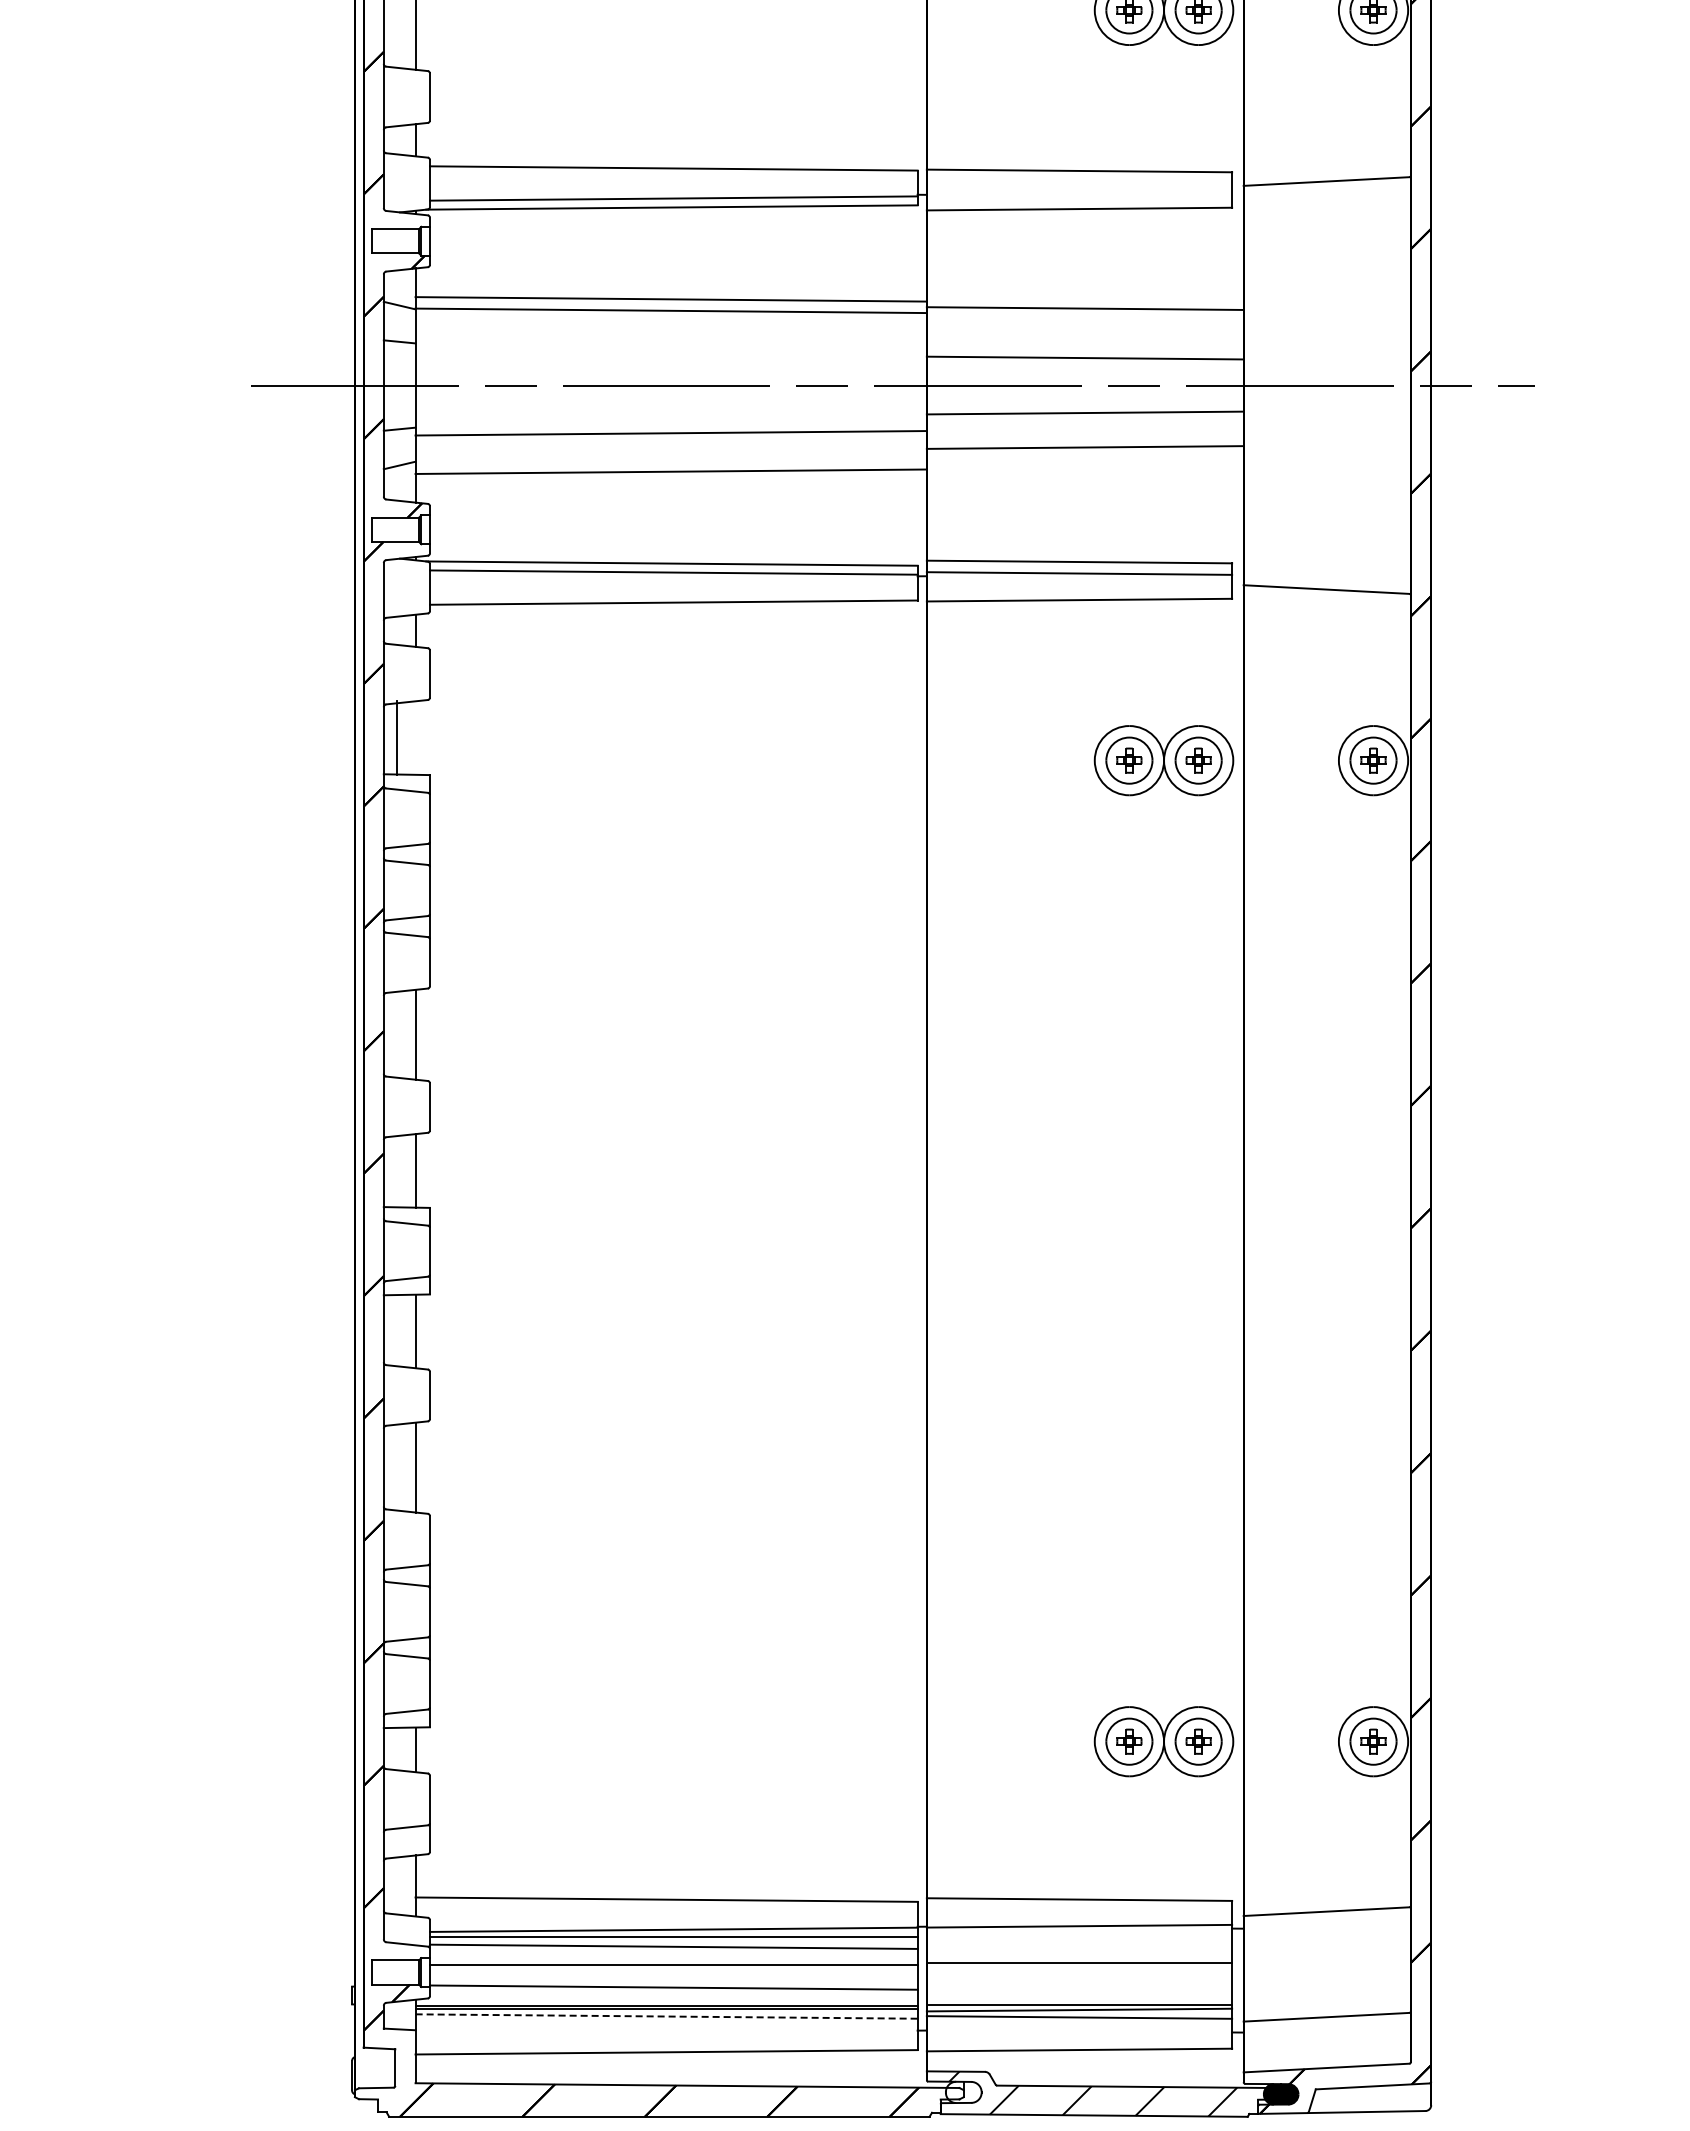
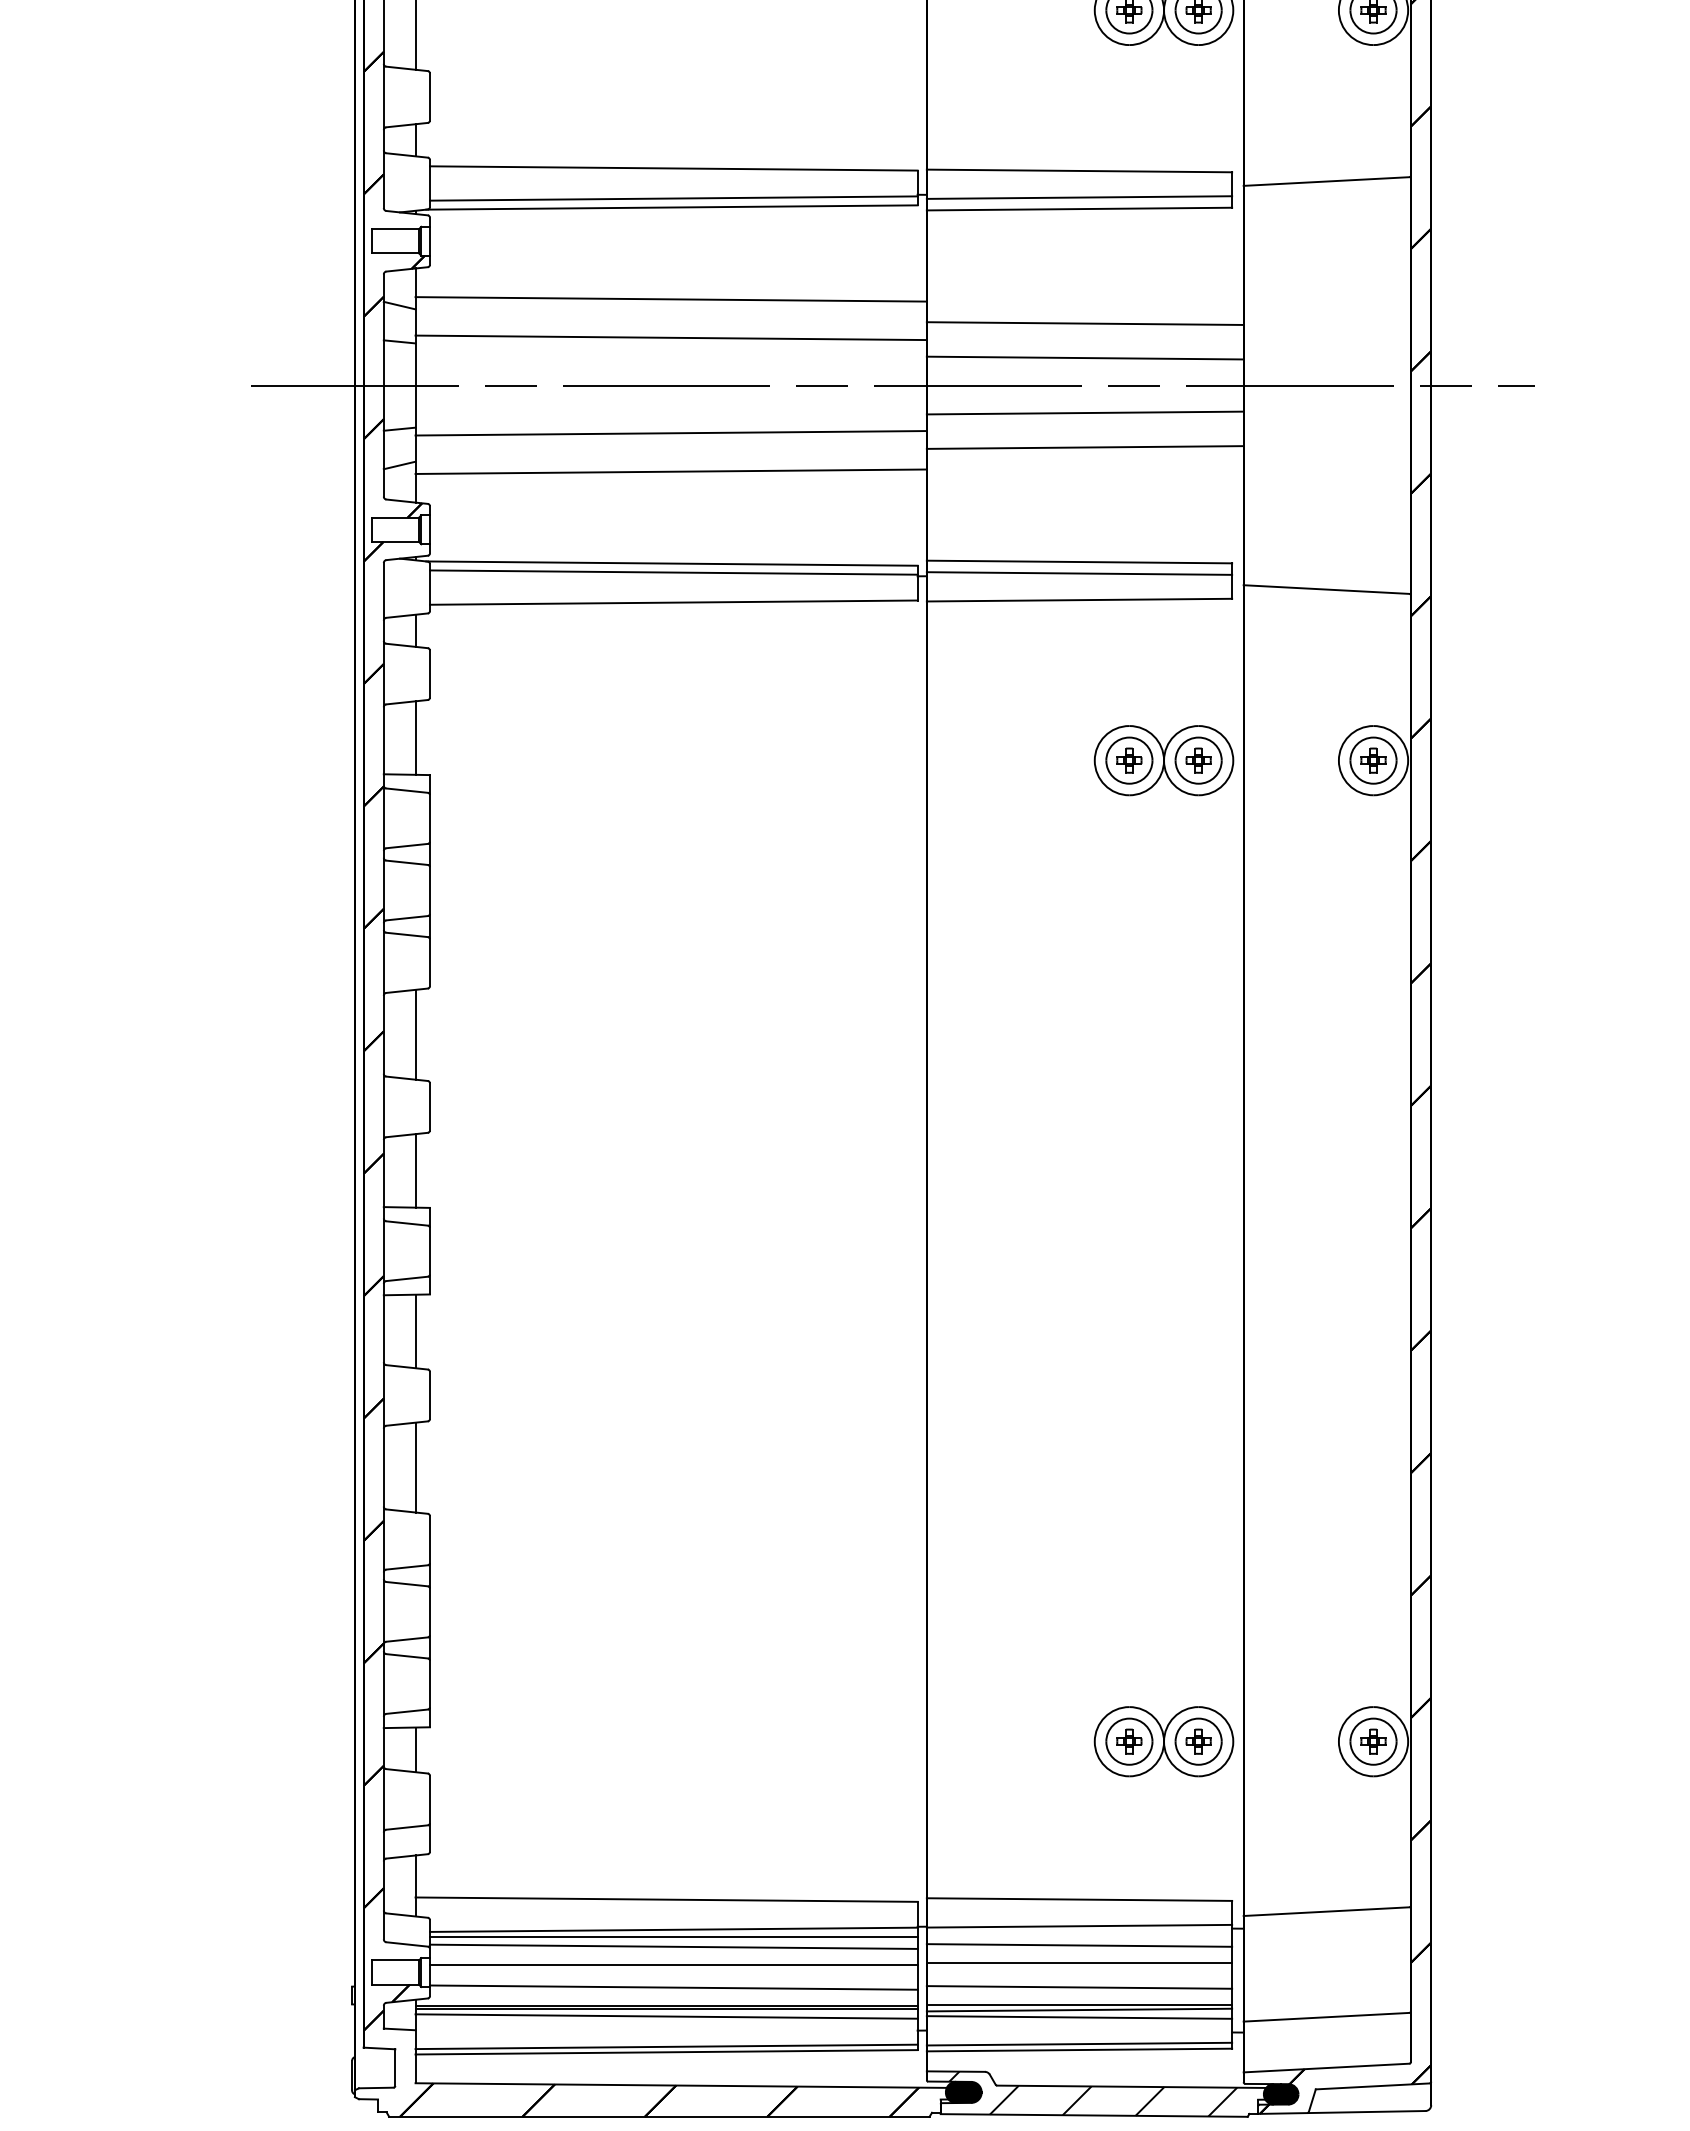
line at (1079, 197): none -> present
line at (1084, 308) position: (1084, 308) -> (1084, 323)
line at (670, 310) position: (670, 310) -> (670, 337)
line at (396, 737) position: (396, 737) -> (415, 737)
line at (1079, 1945): none -> present
line at (1079, 1987): none -> present
line at (666, 2016): dashed -> solid
line at (1079, 2043): none -> present
line at (666, 2046): none -> present
fill at (963, 2092): none -> present
